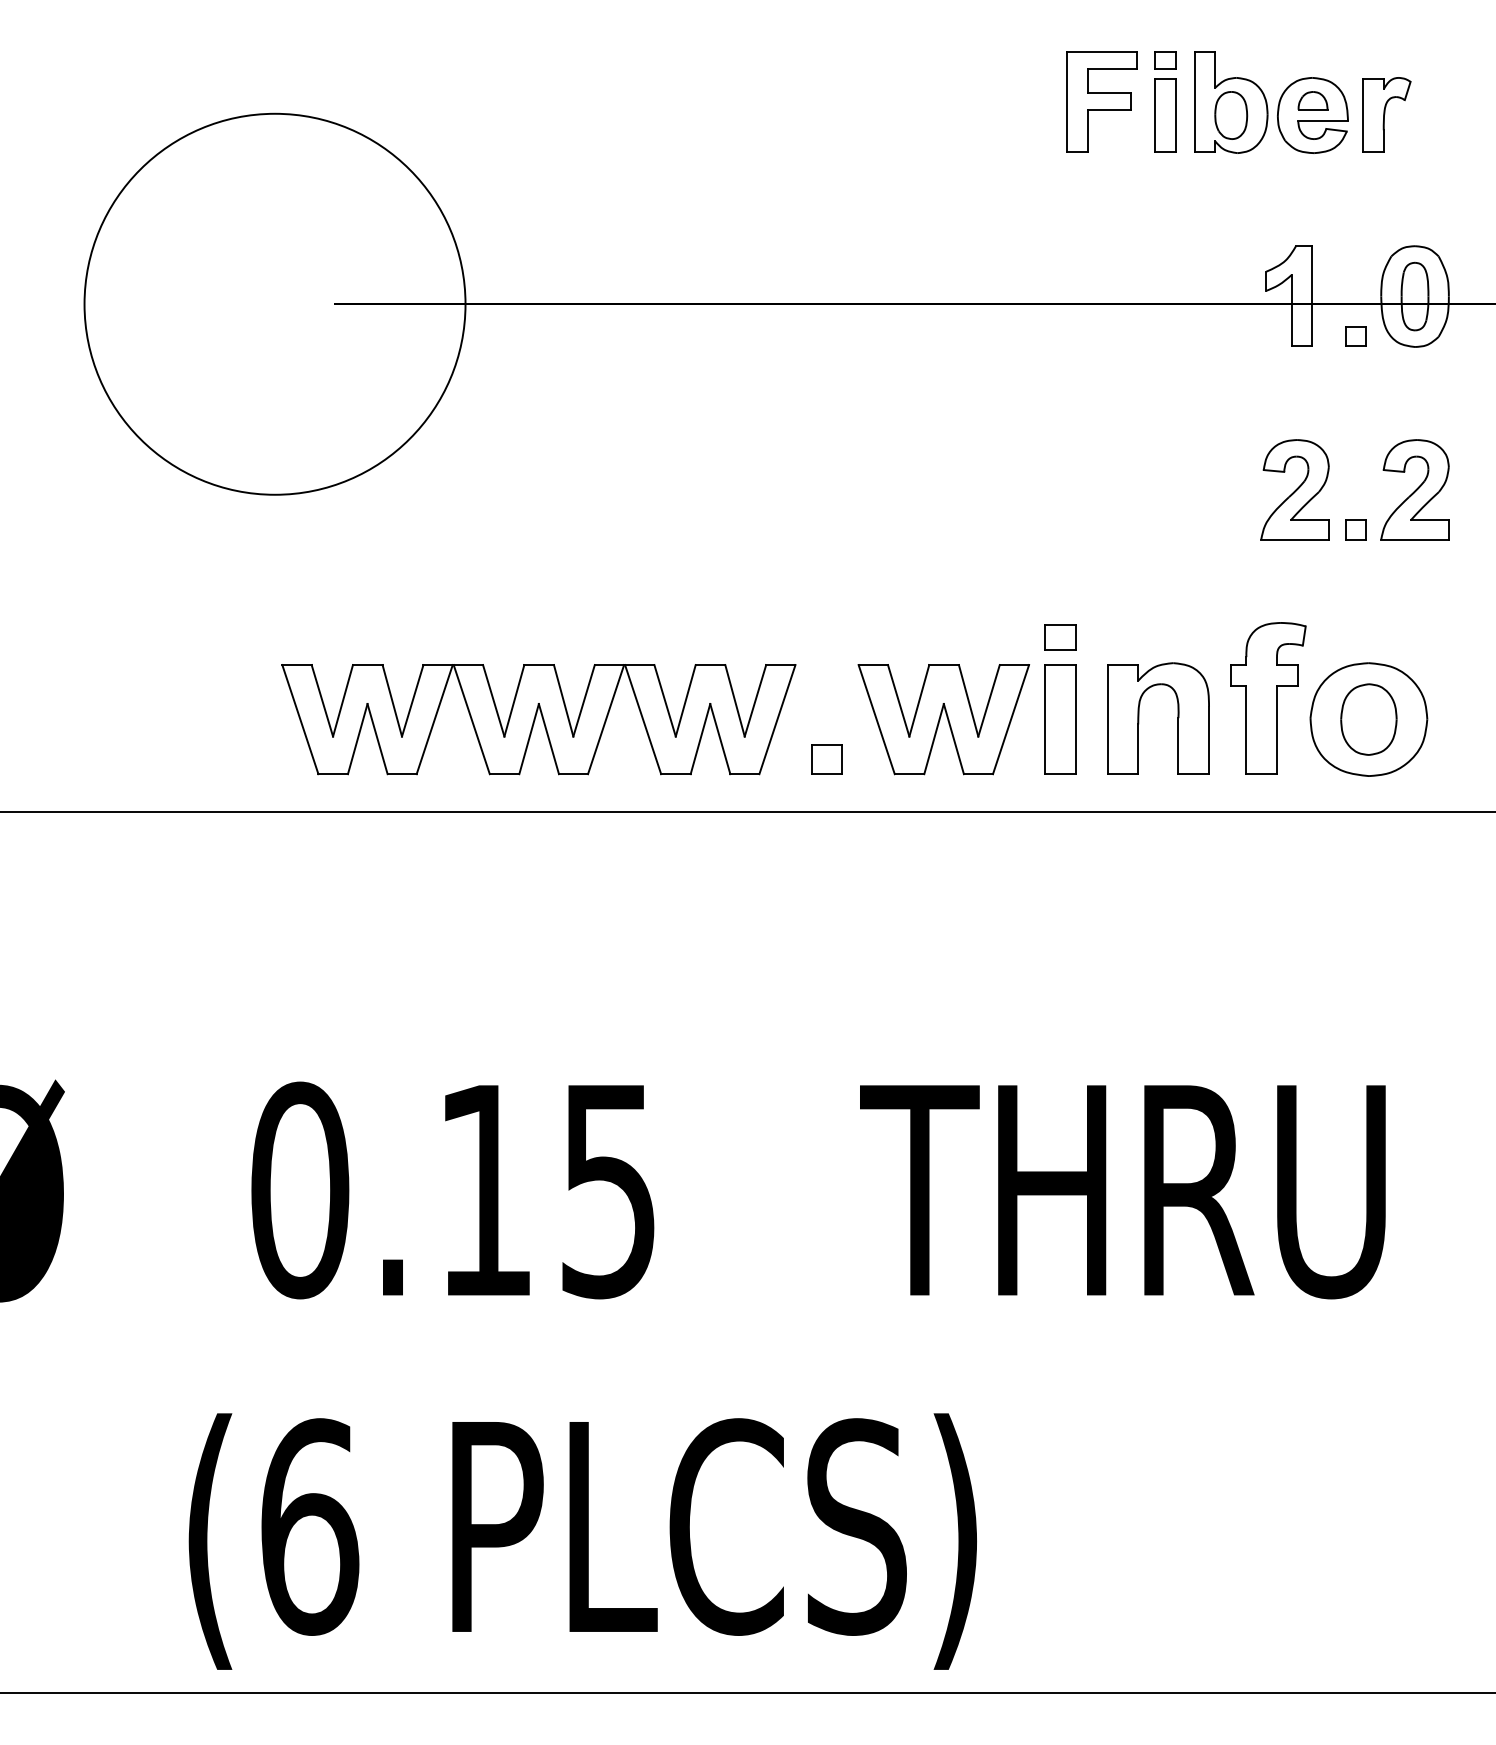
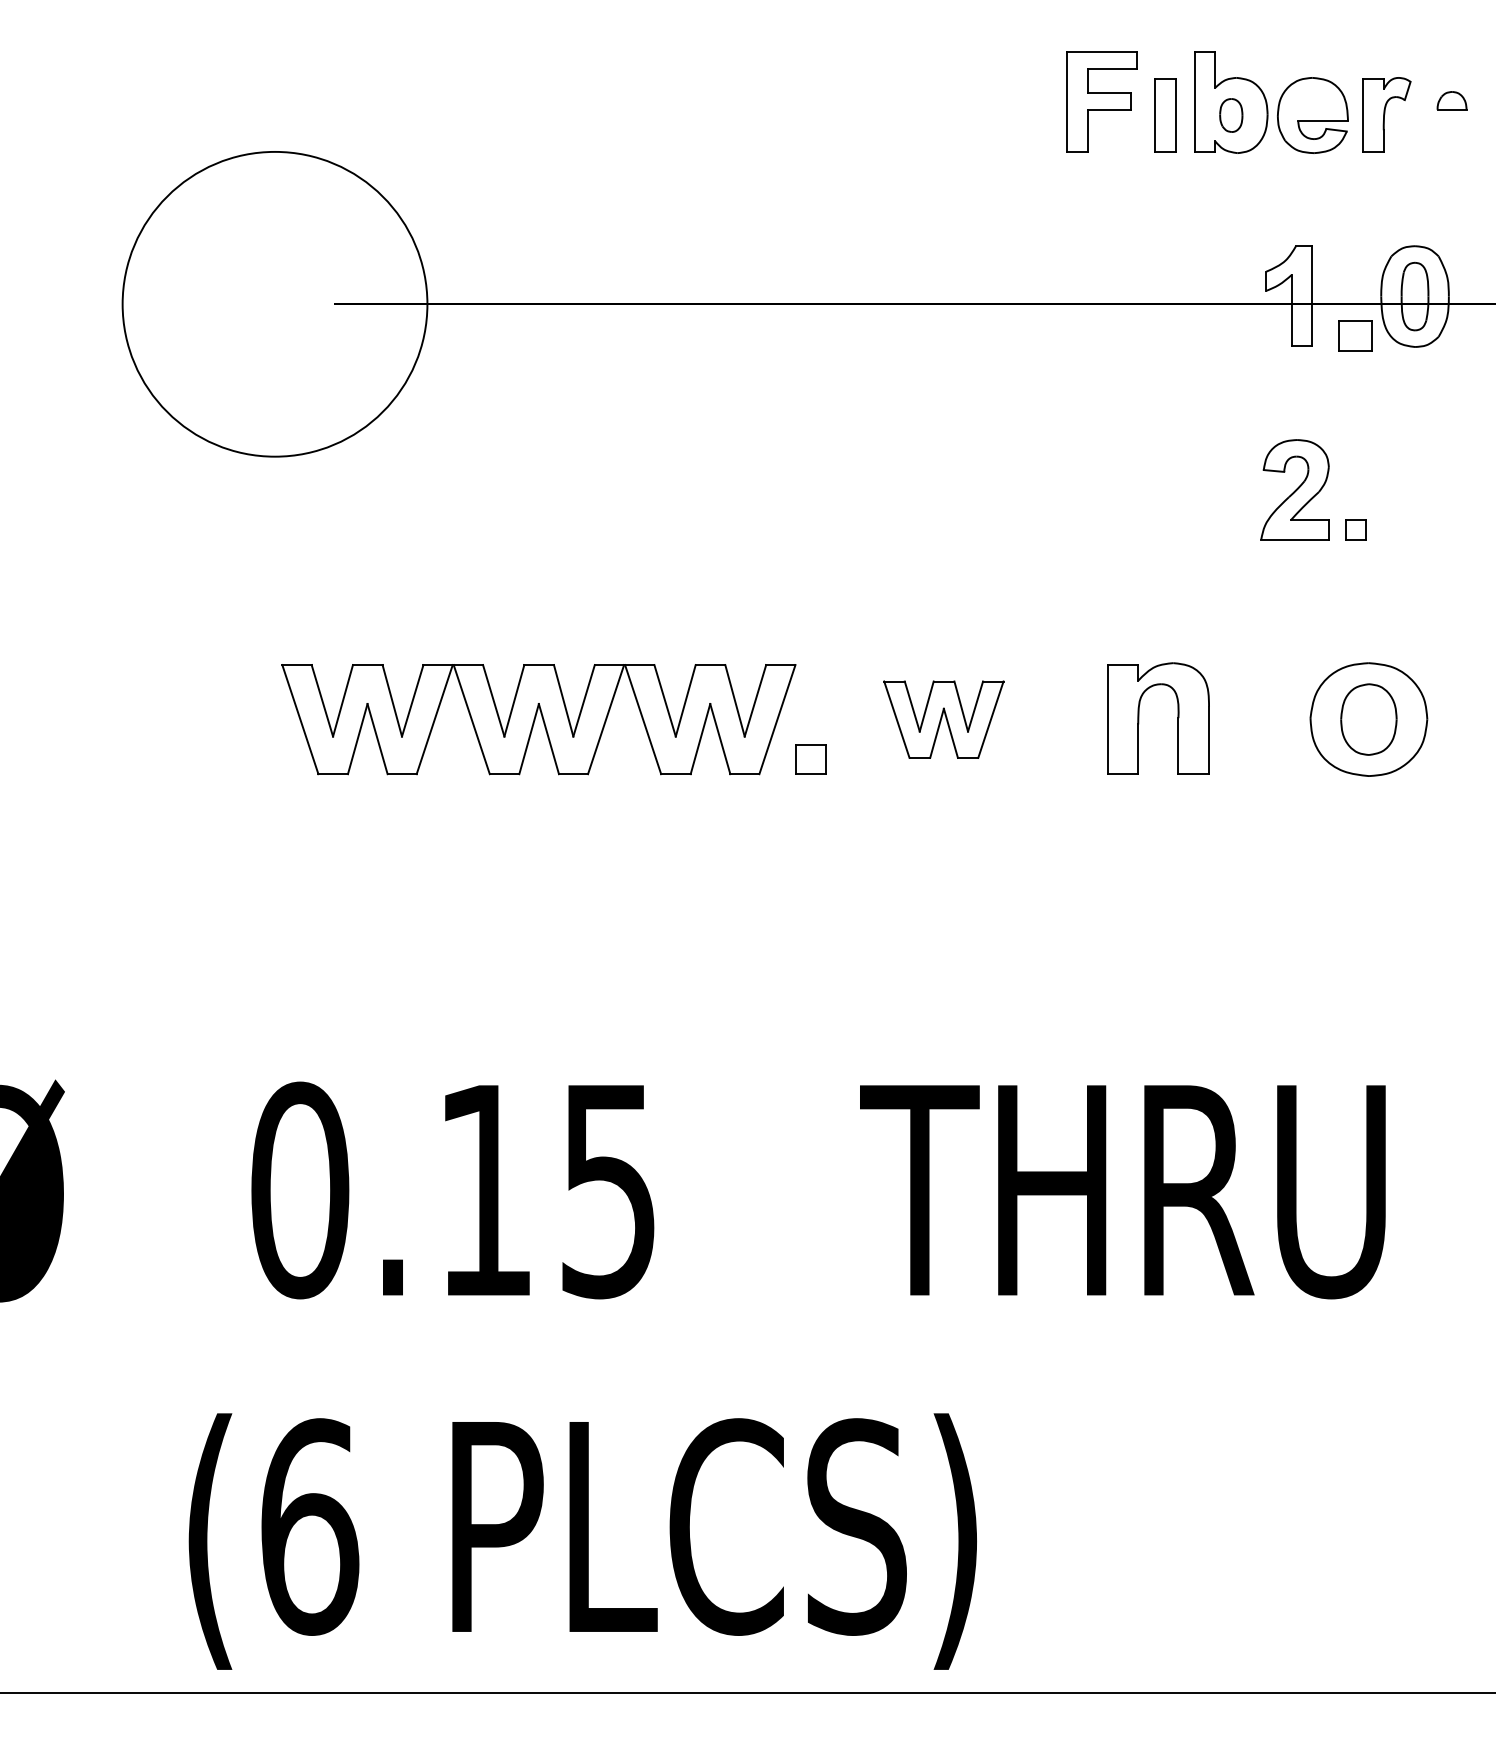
part at (1165, 60): present -> none
part at (1312, 100) position: (1312, 100) -> (1451, 100)
part at (1231, 115) size: 35x49 px -> 25x35 px
circle at (274, 303) diameter: 381 px -> 305 px
part at (1355, 336) size: 22x21 px -> 35x32 px
part at (1414, 489): present -> none
part at (1060, 637): present -> none
part at (1268, 698): present -> none
part at (943, 719) size: 174x112 px -> 122x79 px
part at (1060, 719): present -> none
part at (826, 759) position: (826, 759) -> (810, 759)
line at (747, 812): present -> none
